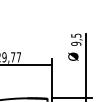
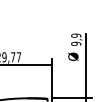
text at (75, 35): 9,5 -> 9,9
